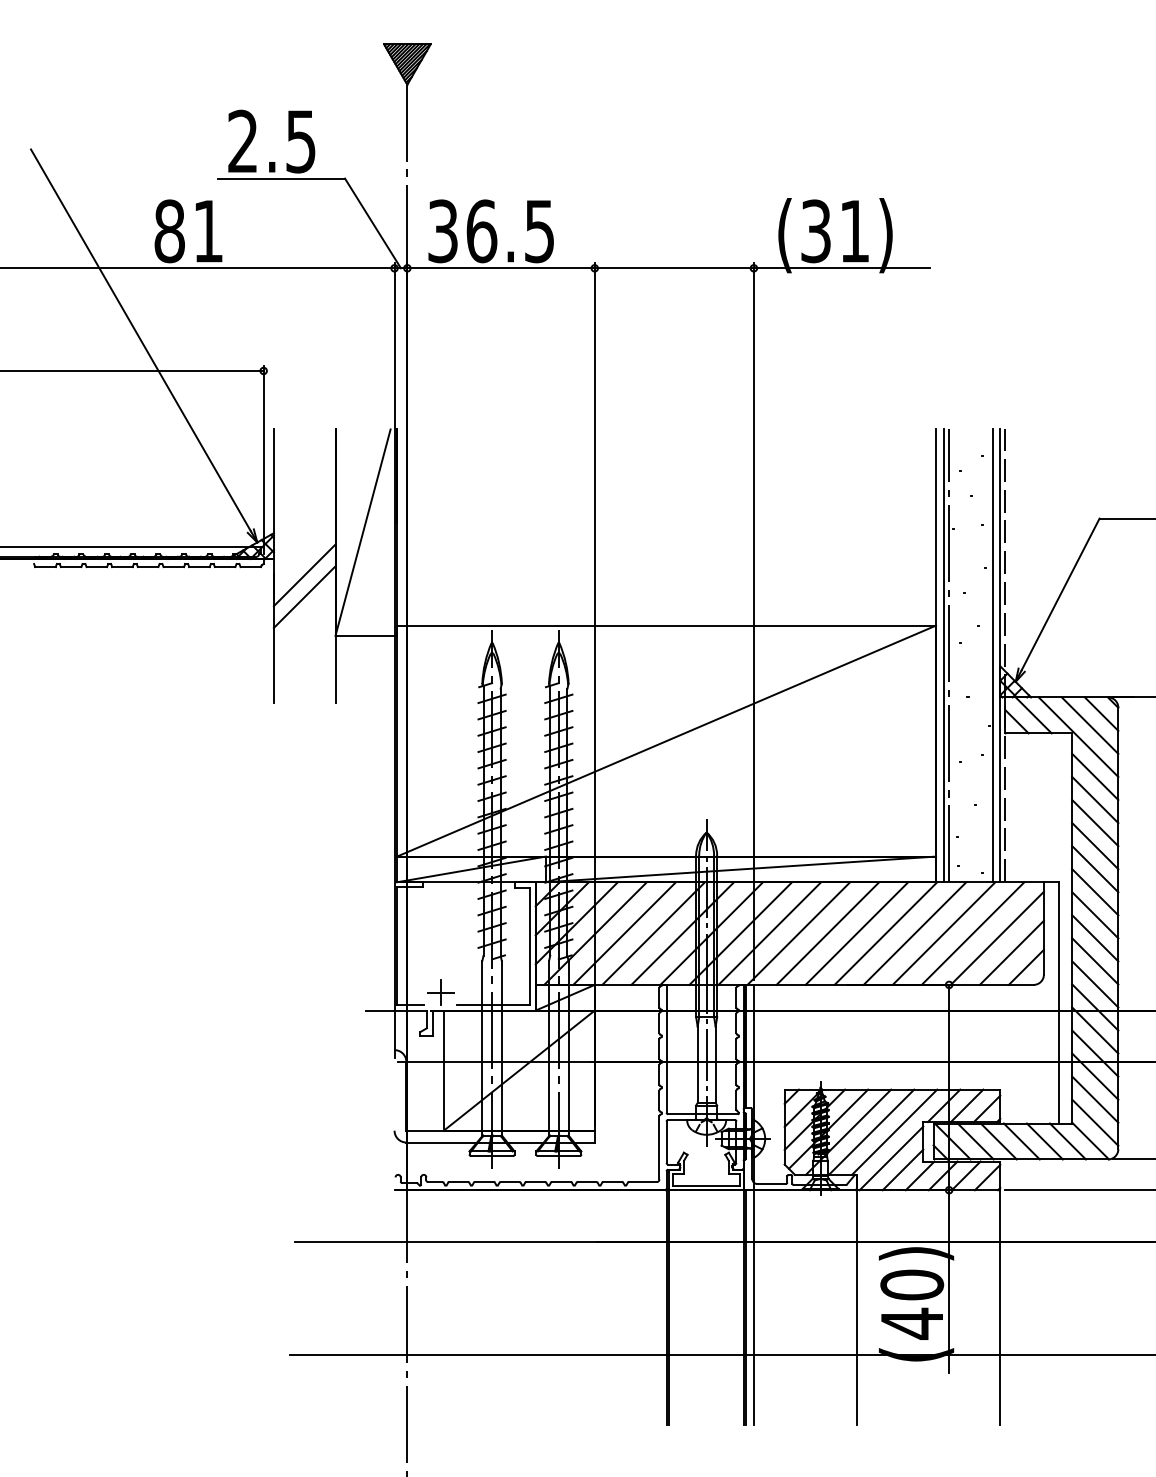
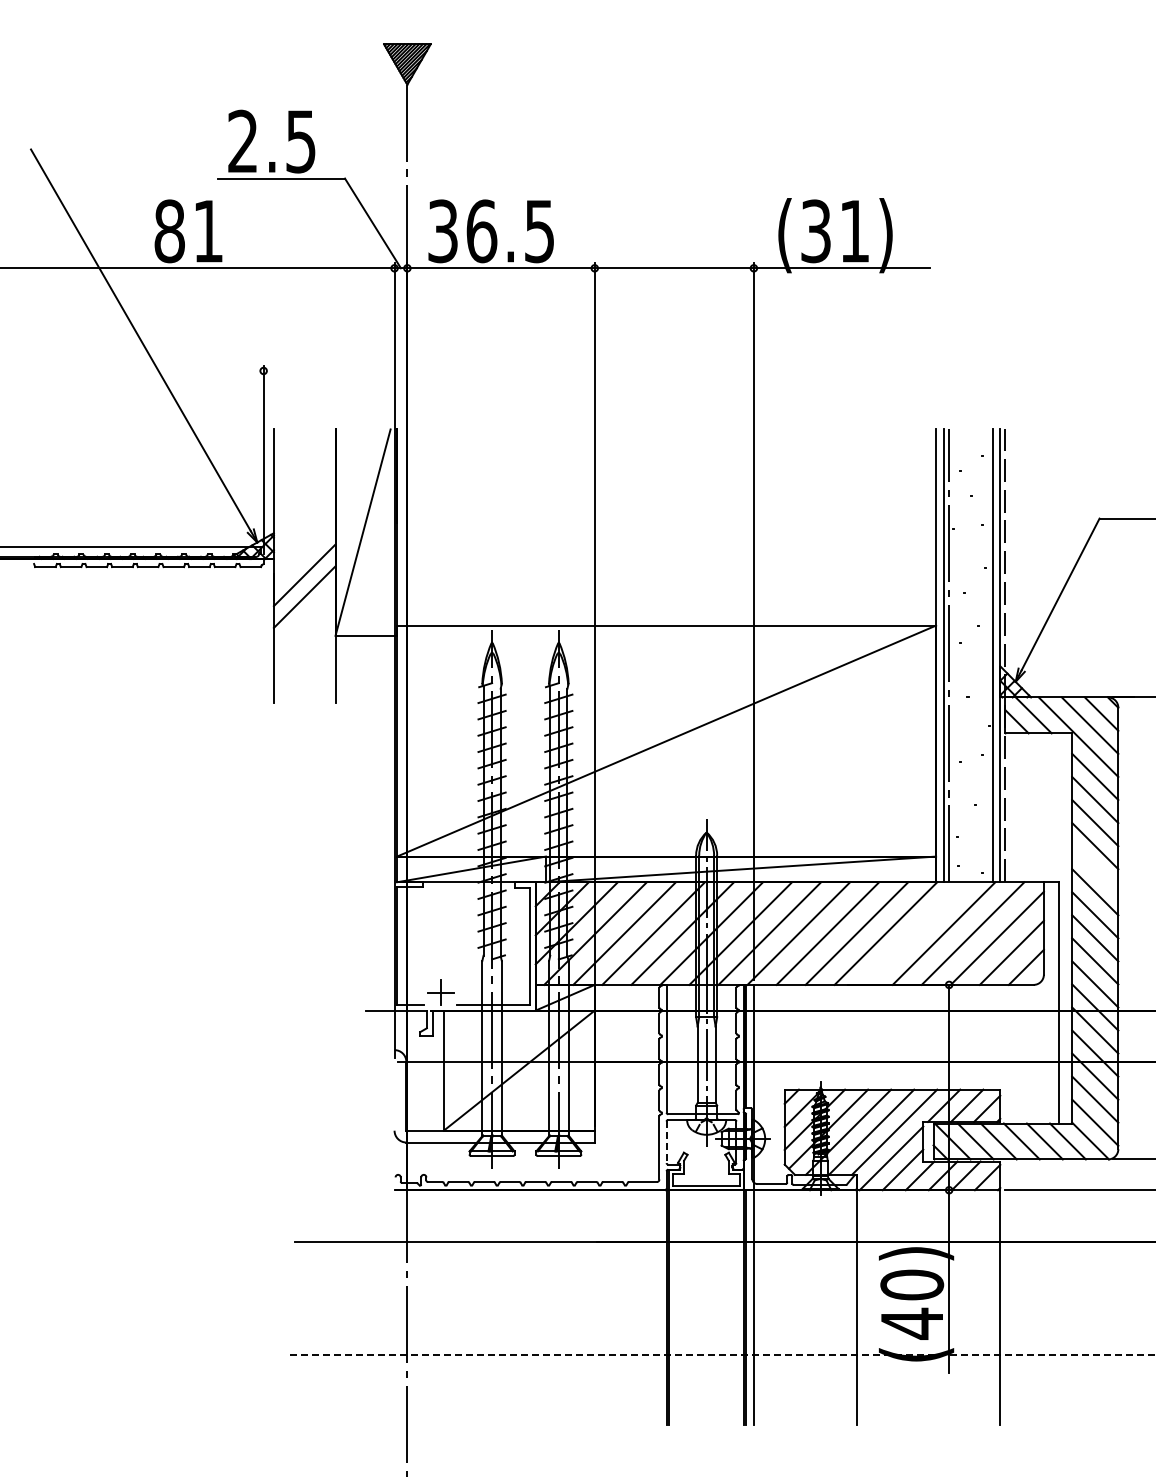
line at (132, 370): present -> none
line at (1095, 869): present -> none
line at (914, 933): present -> none
line at (666, 1142): solid -> dashed
line at (723, 1354): solid -> dashed
